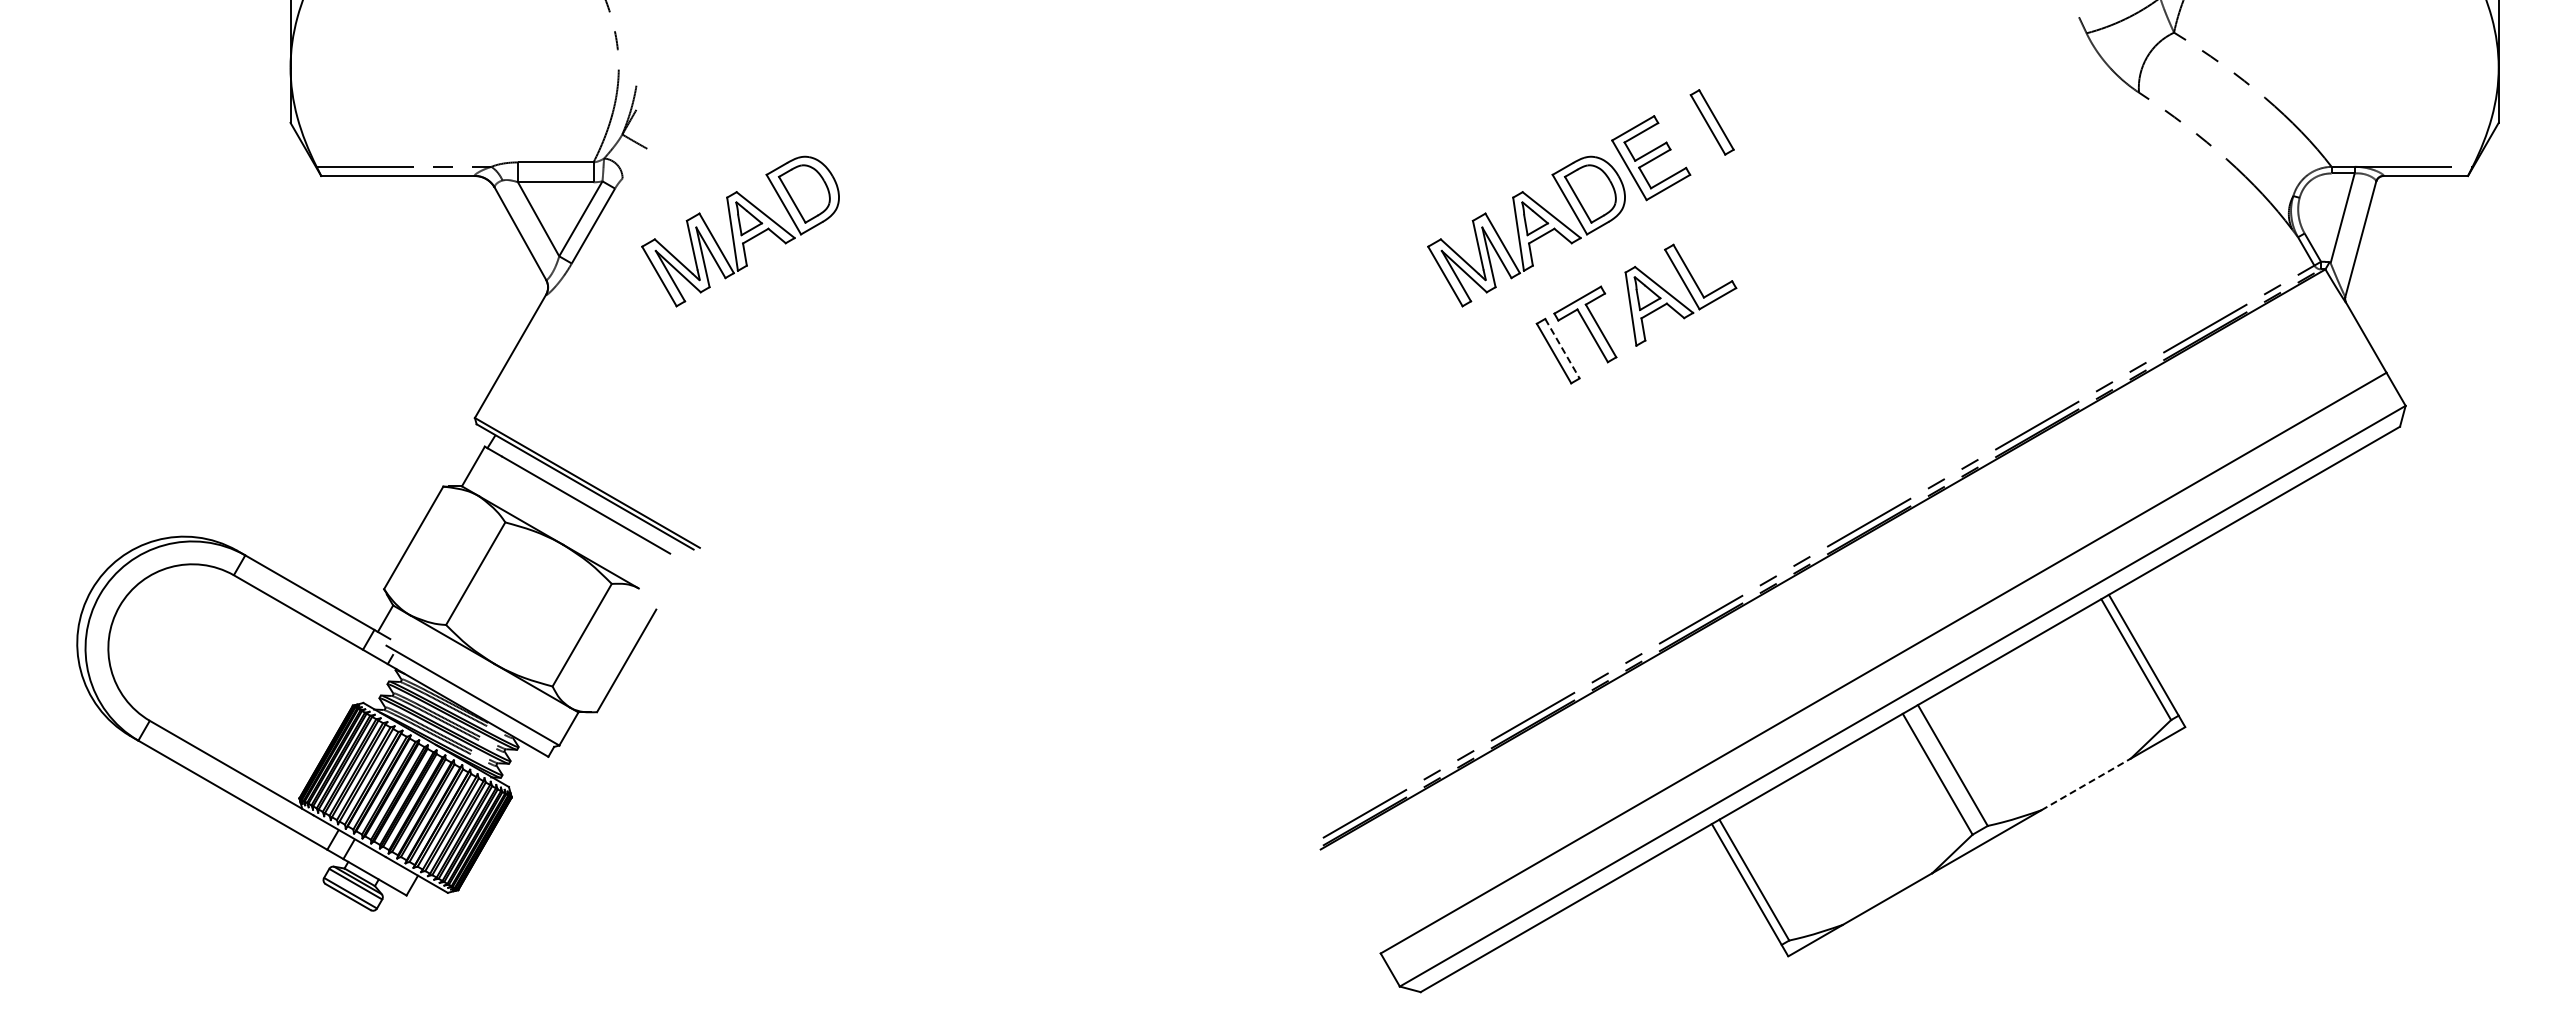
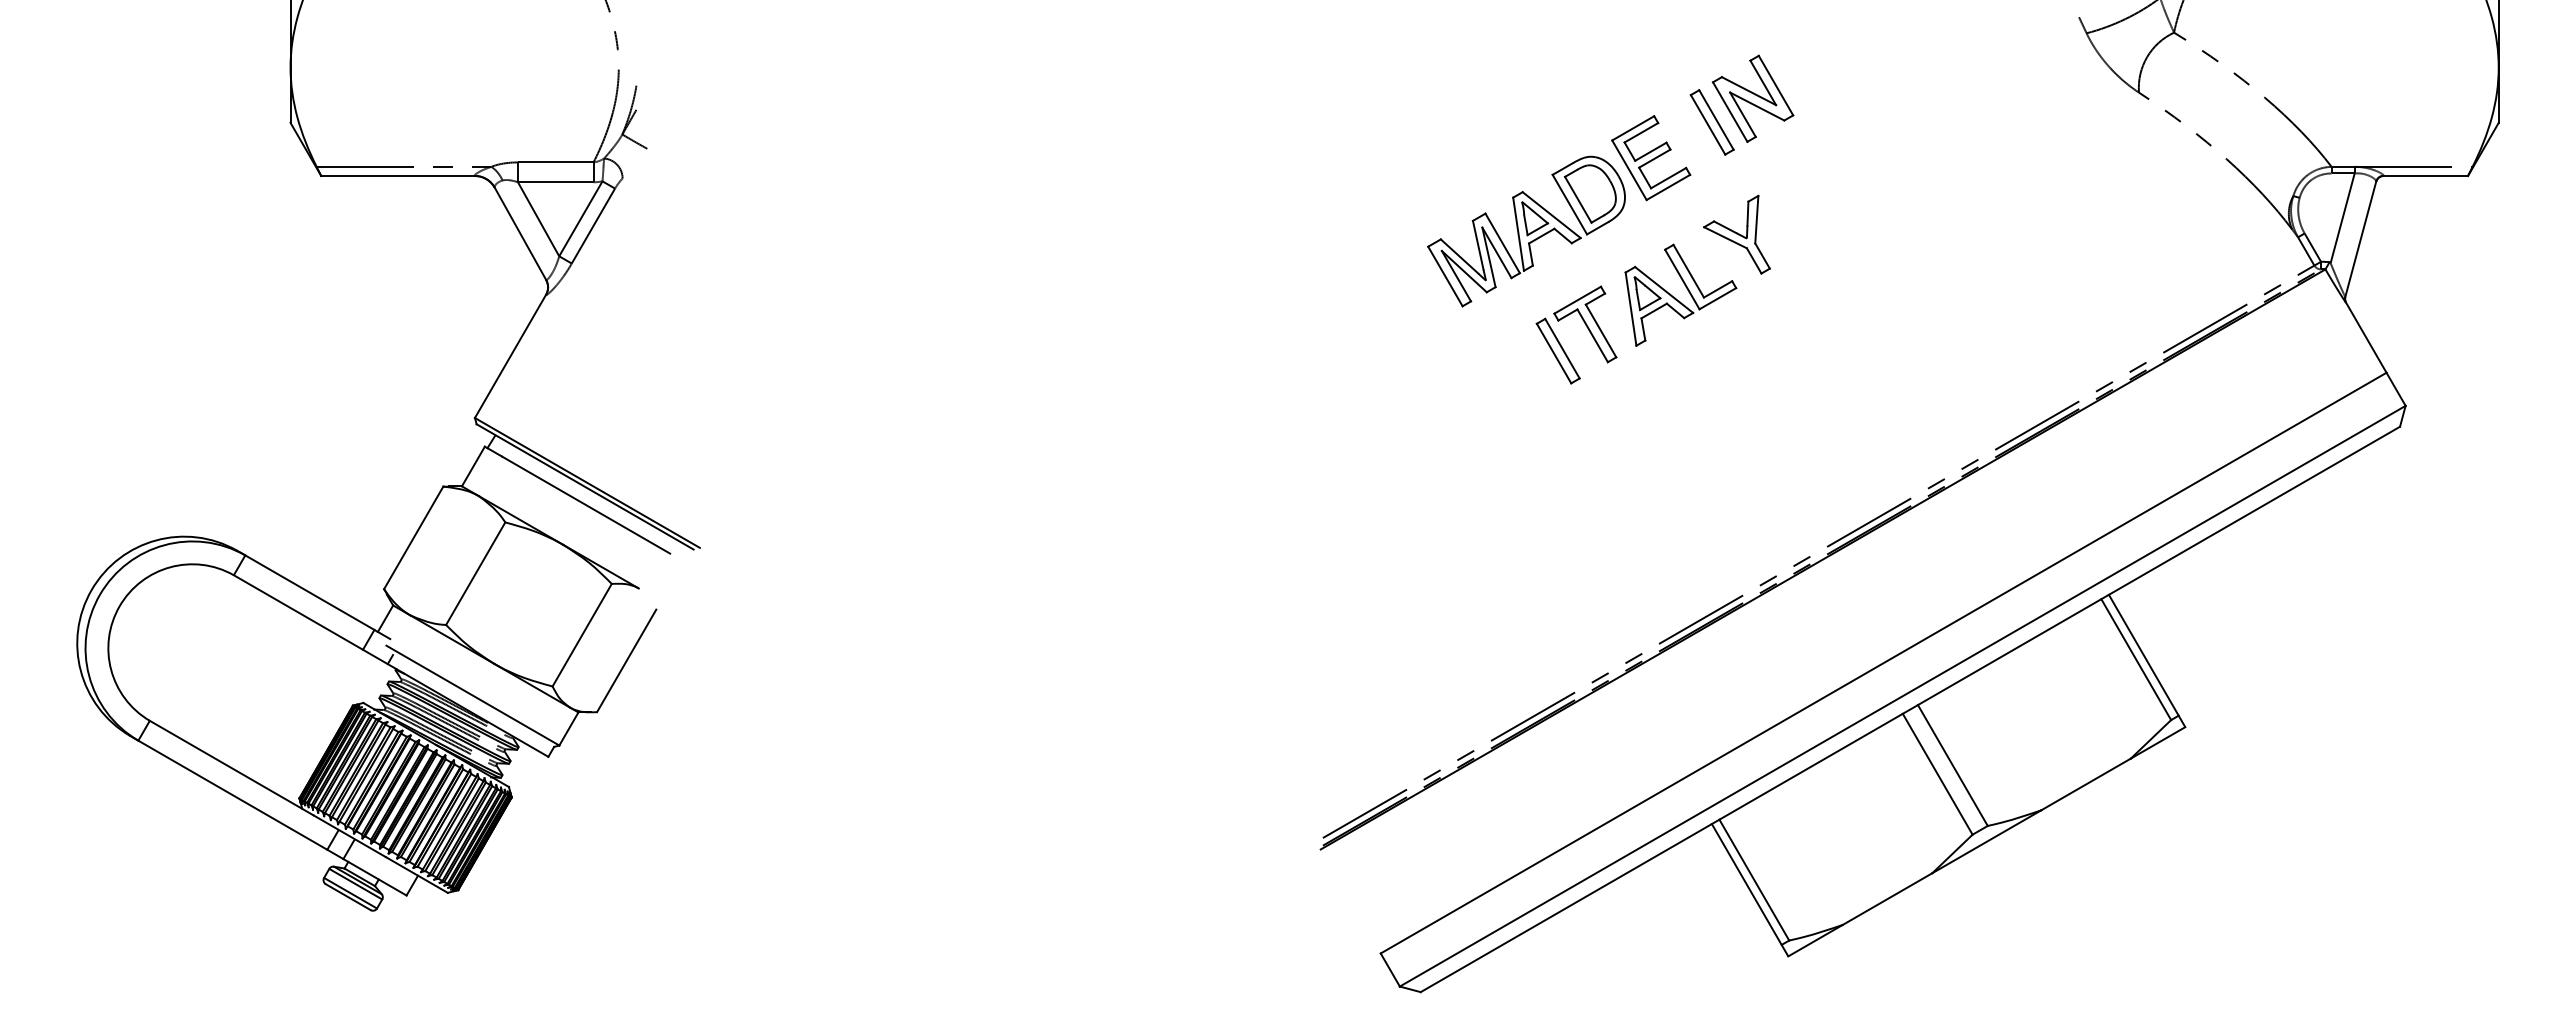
part at (1753, 98): none -> present
part at (740, 231): present -> none
part at (1736, 234): none -> present
line at (1562, 349): dashed -> solid
line at (2086, 784): dashed -> solid
